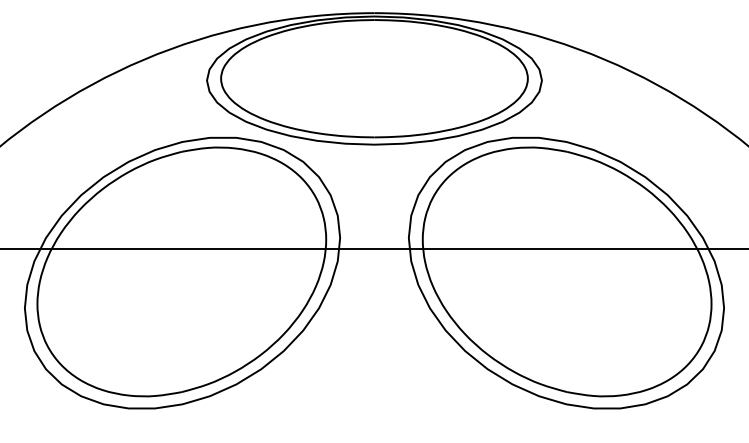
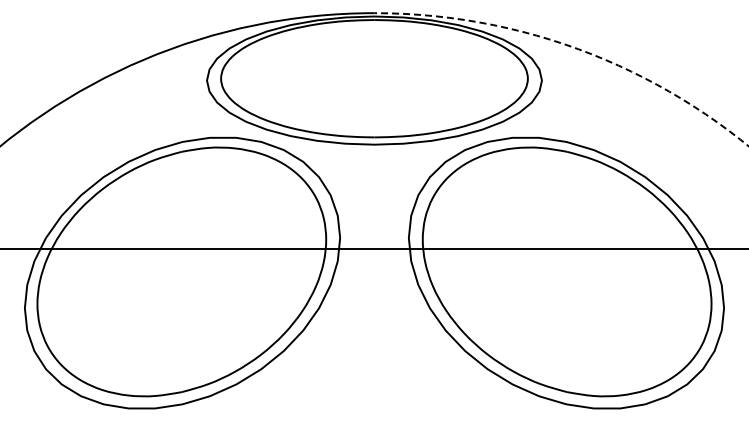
arc at (572, 47): solid -> dashed
